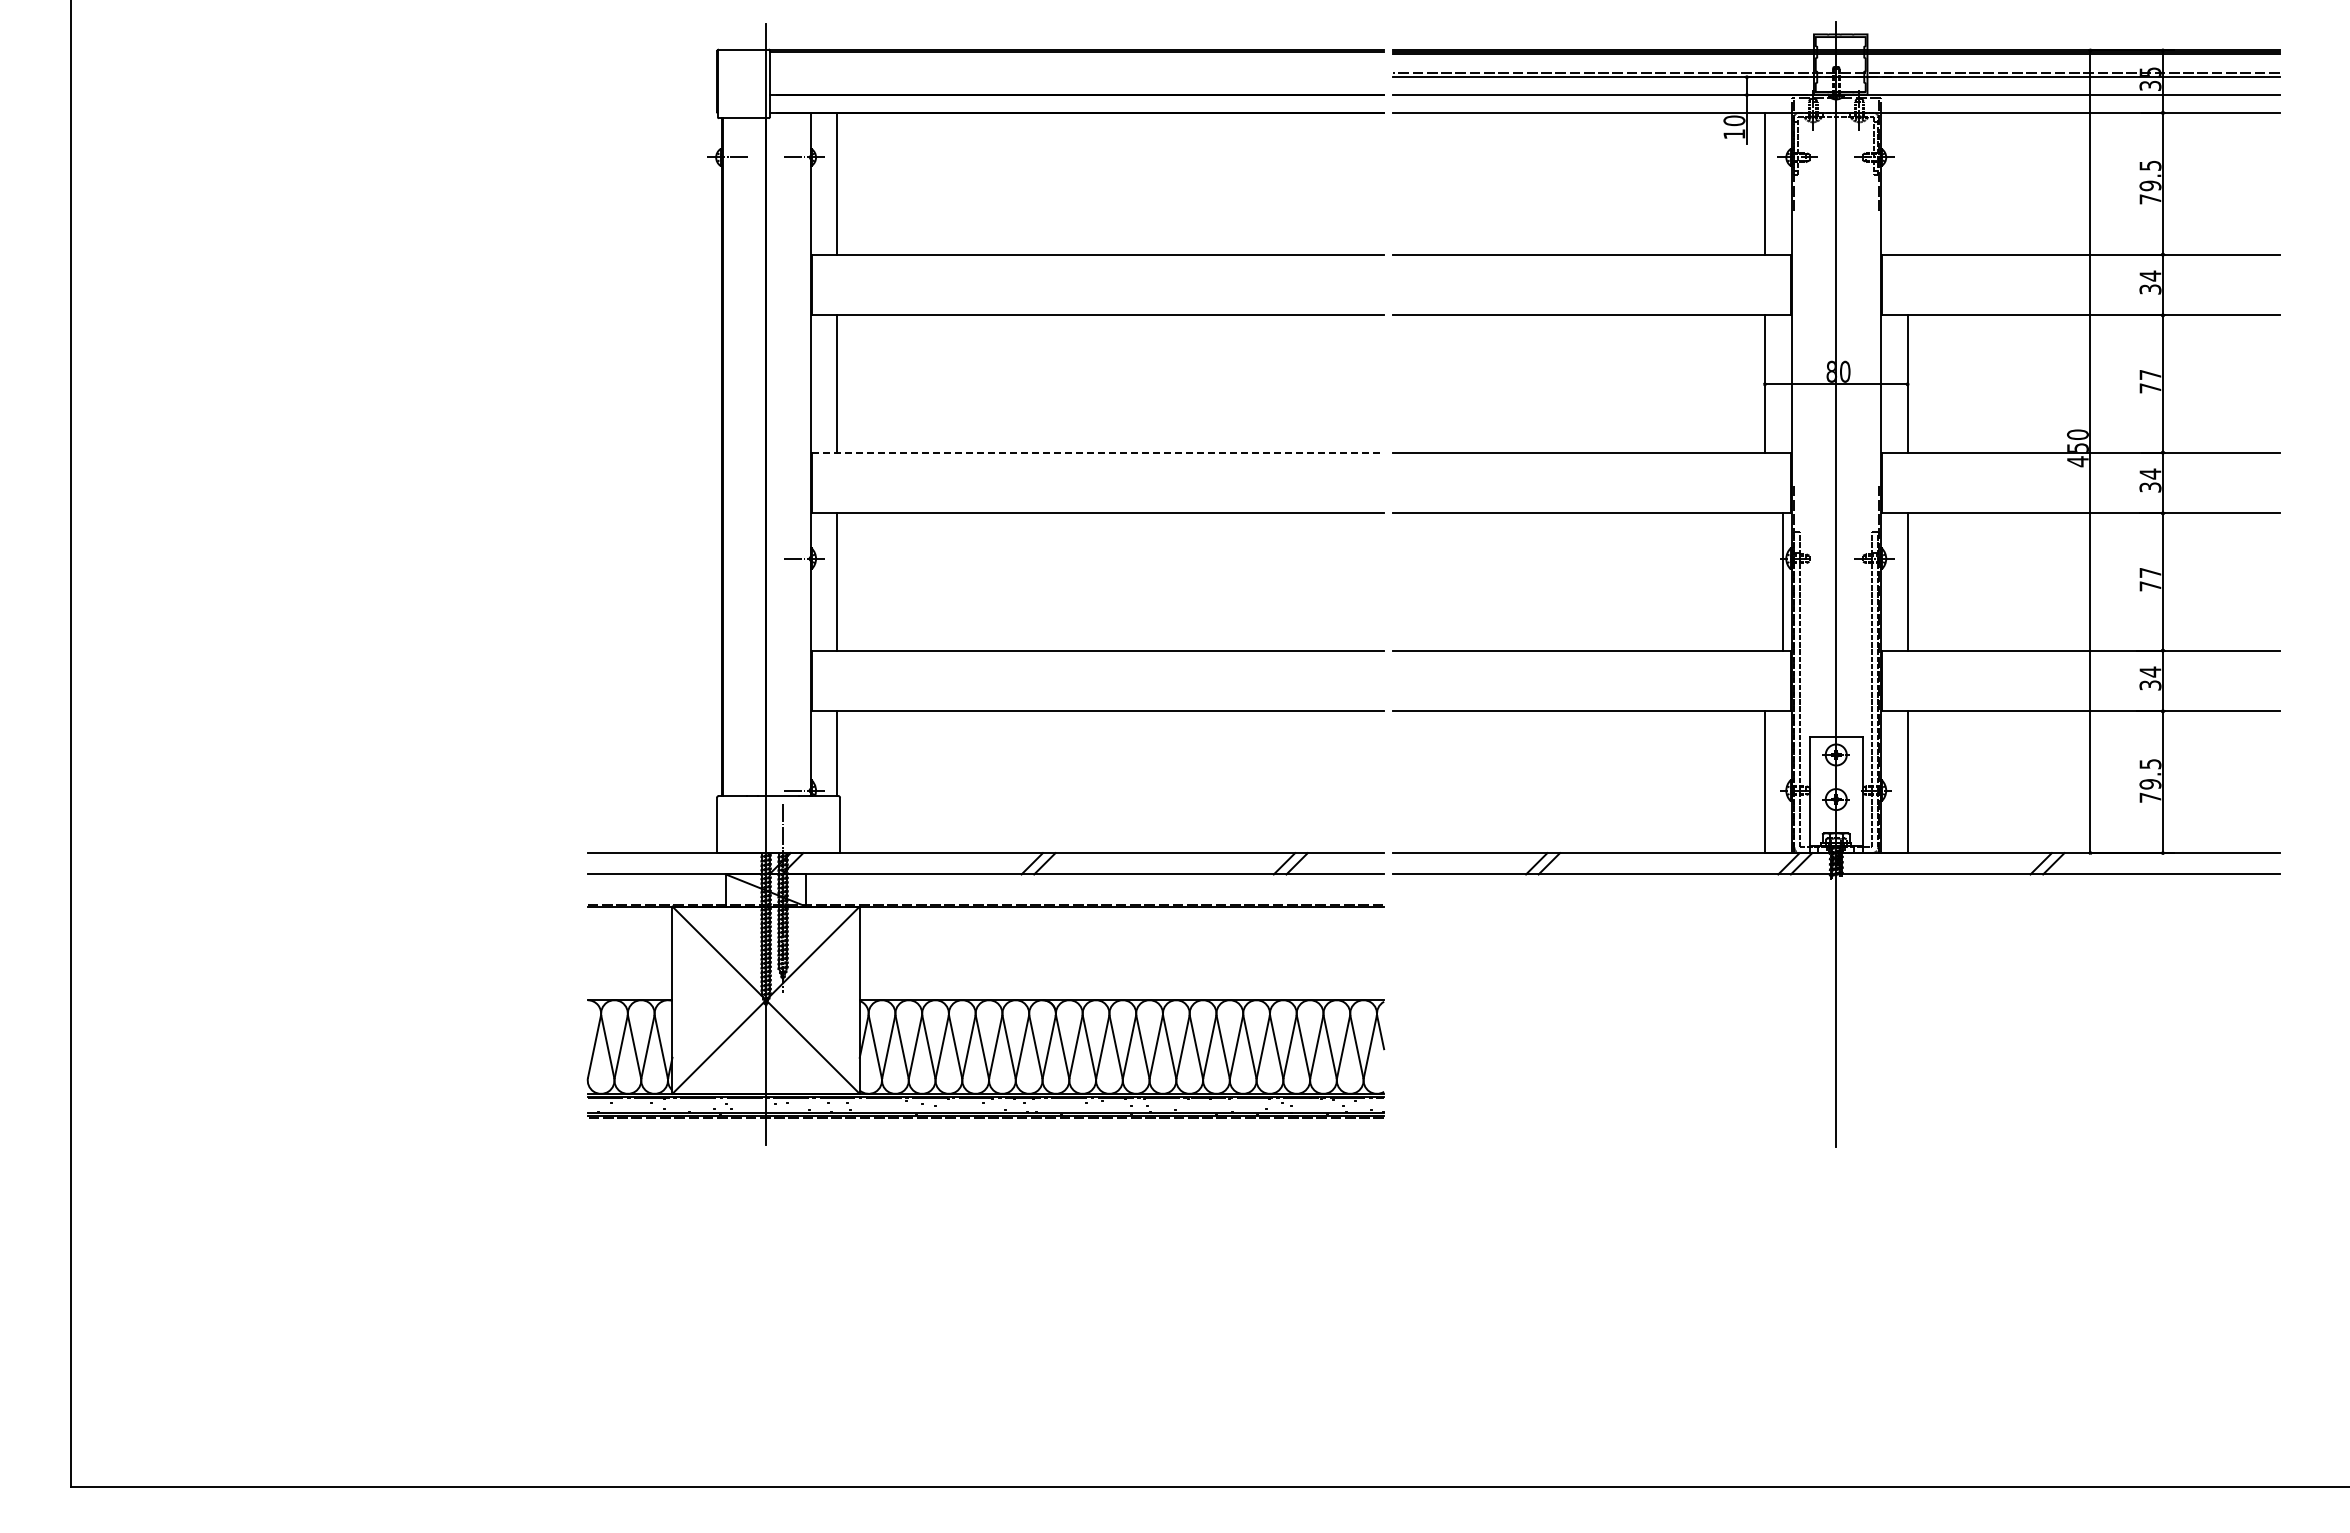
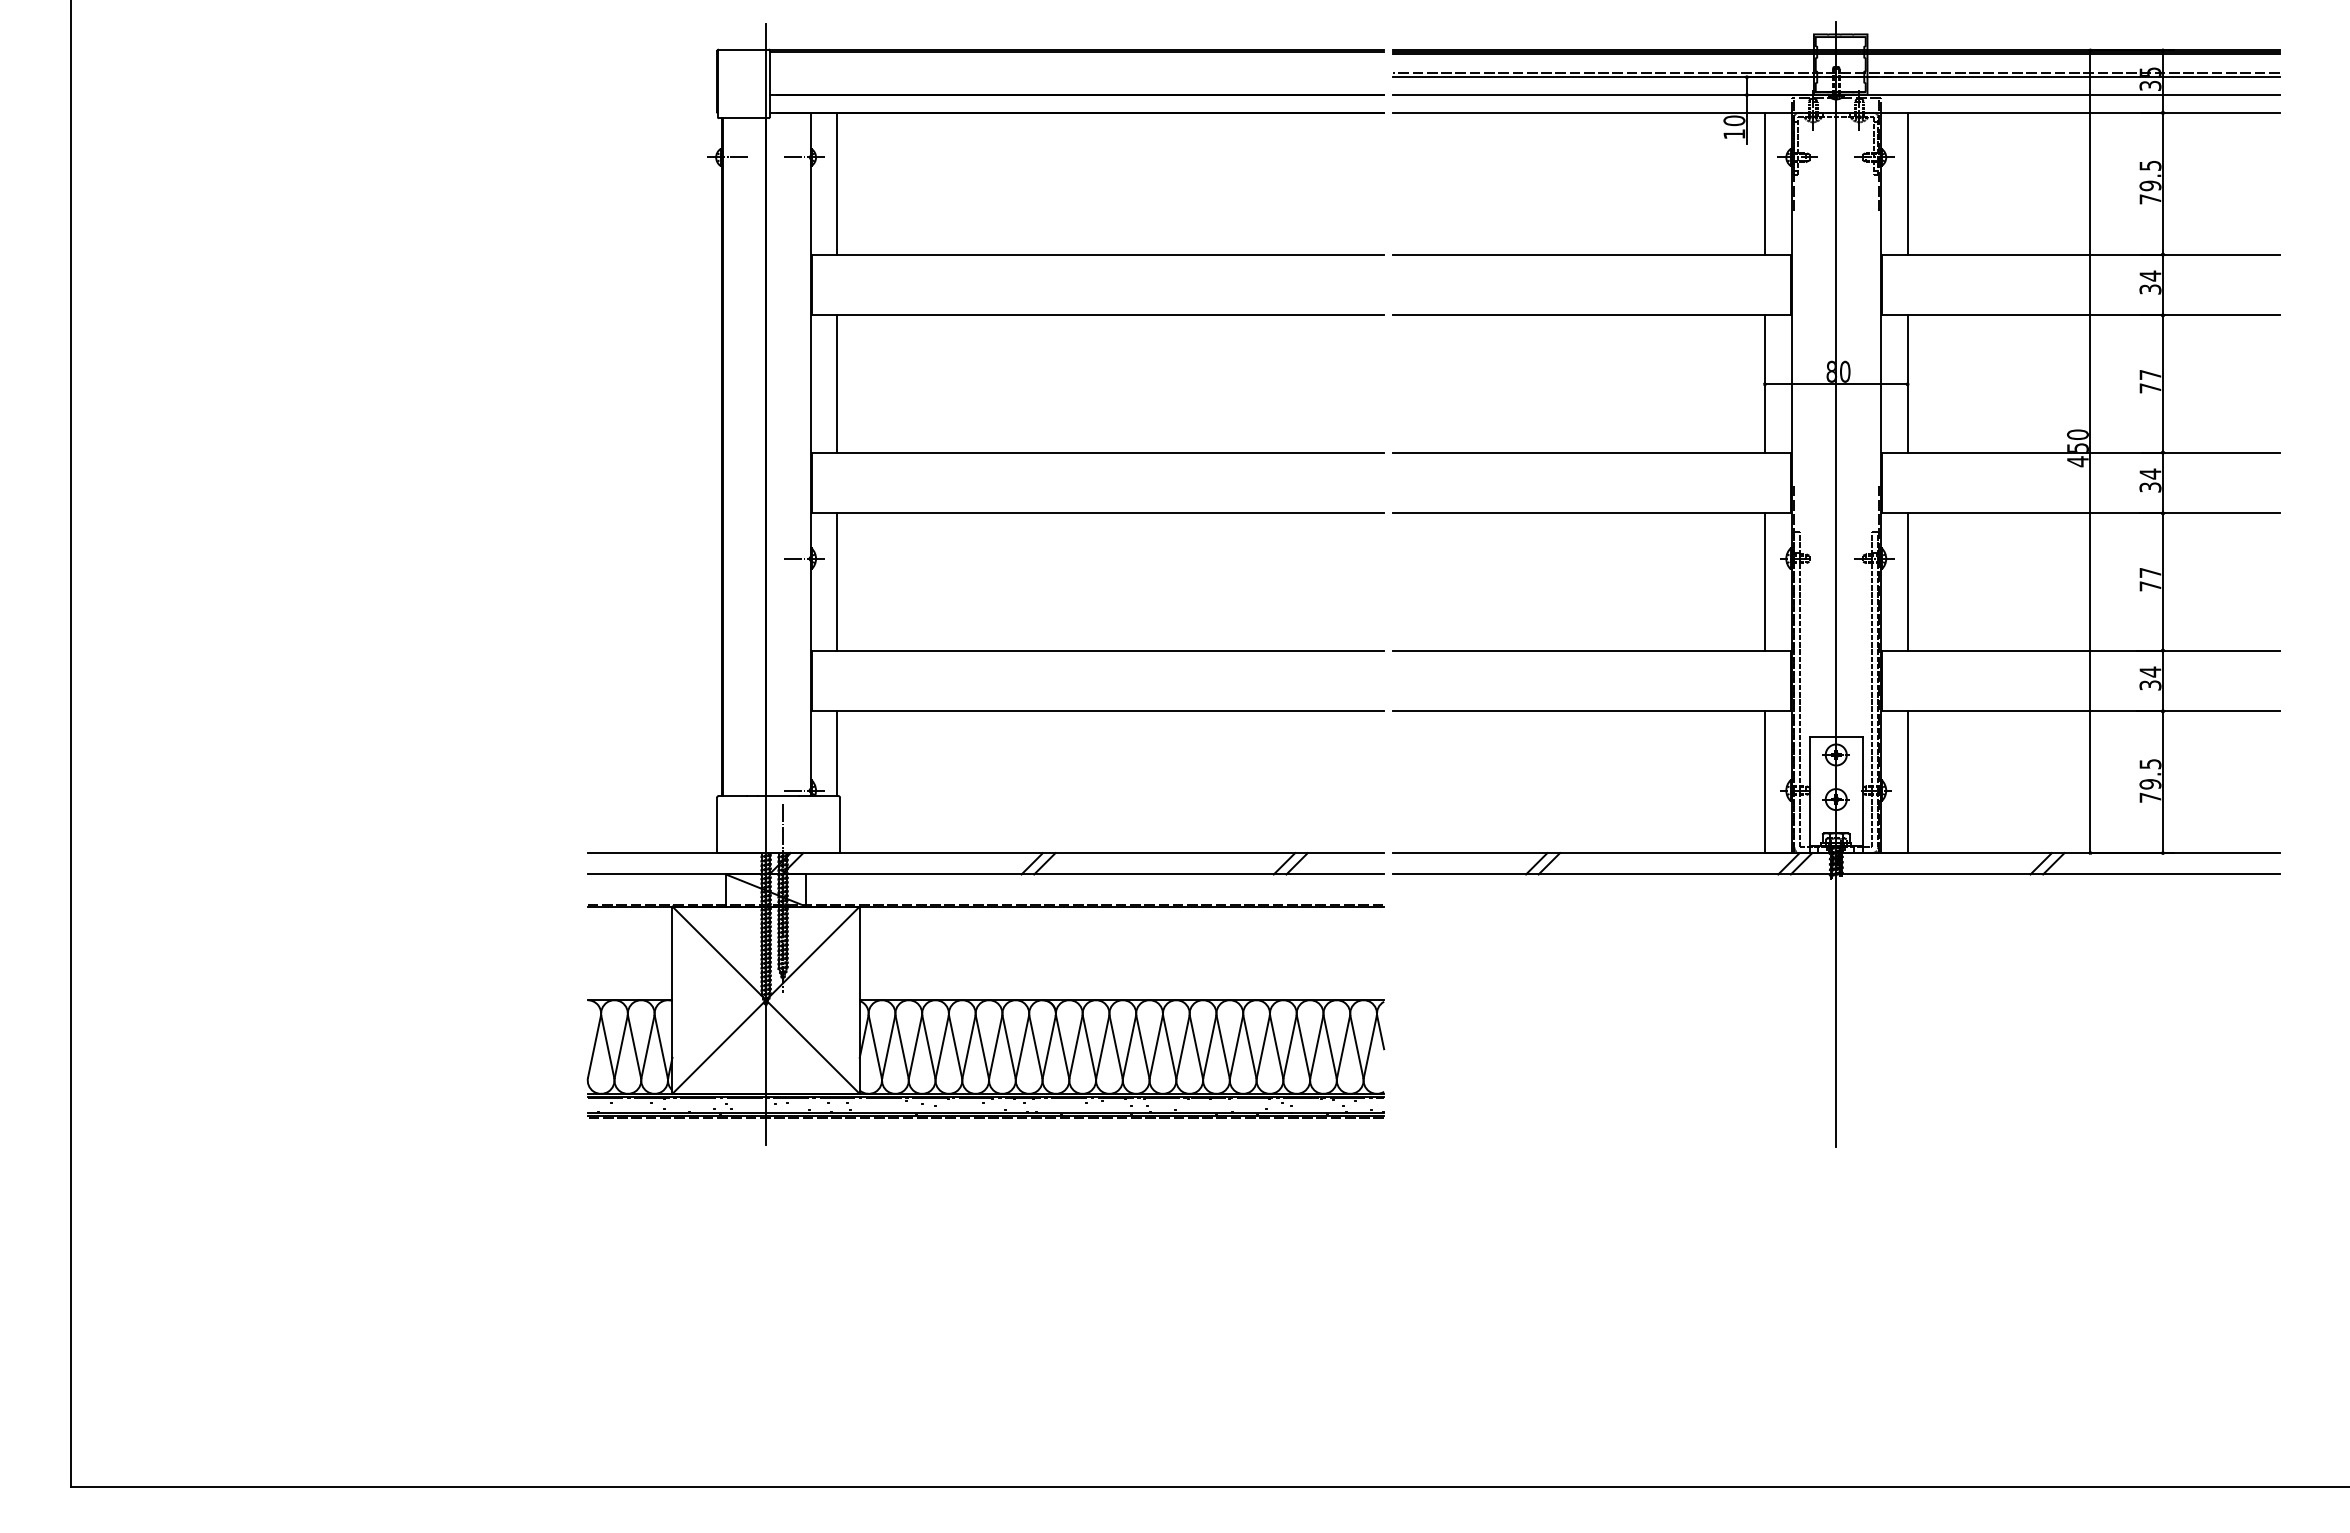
line at (1907, 183): none -> present
line at (1098, 452): dashed -> solid
line at (1782, 581) position: (1782, 581) -> (1764, 581)
